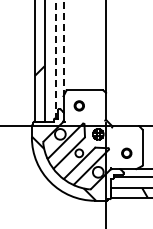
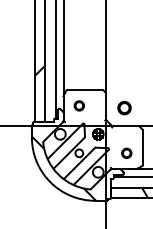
line at (63, 48): dashed -> solid
line at (55, 59): dashed -> solid
part at (124, 107): none -> present
